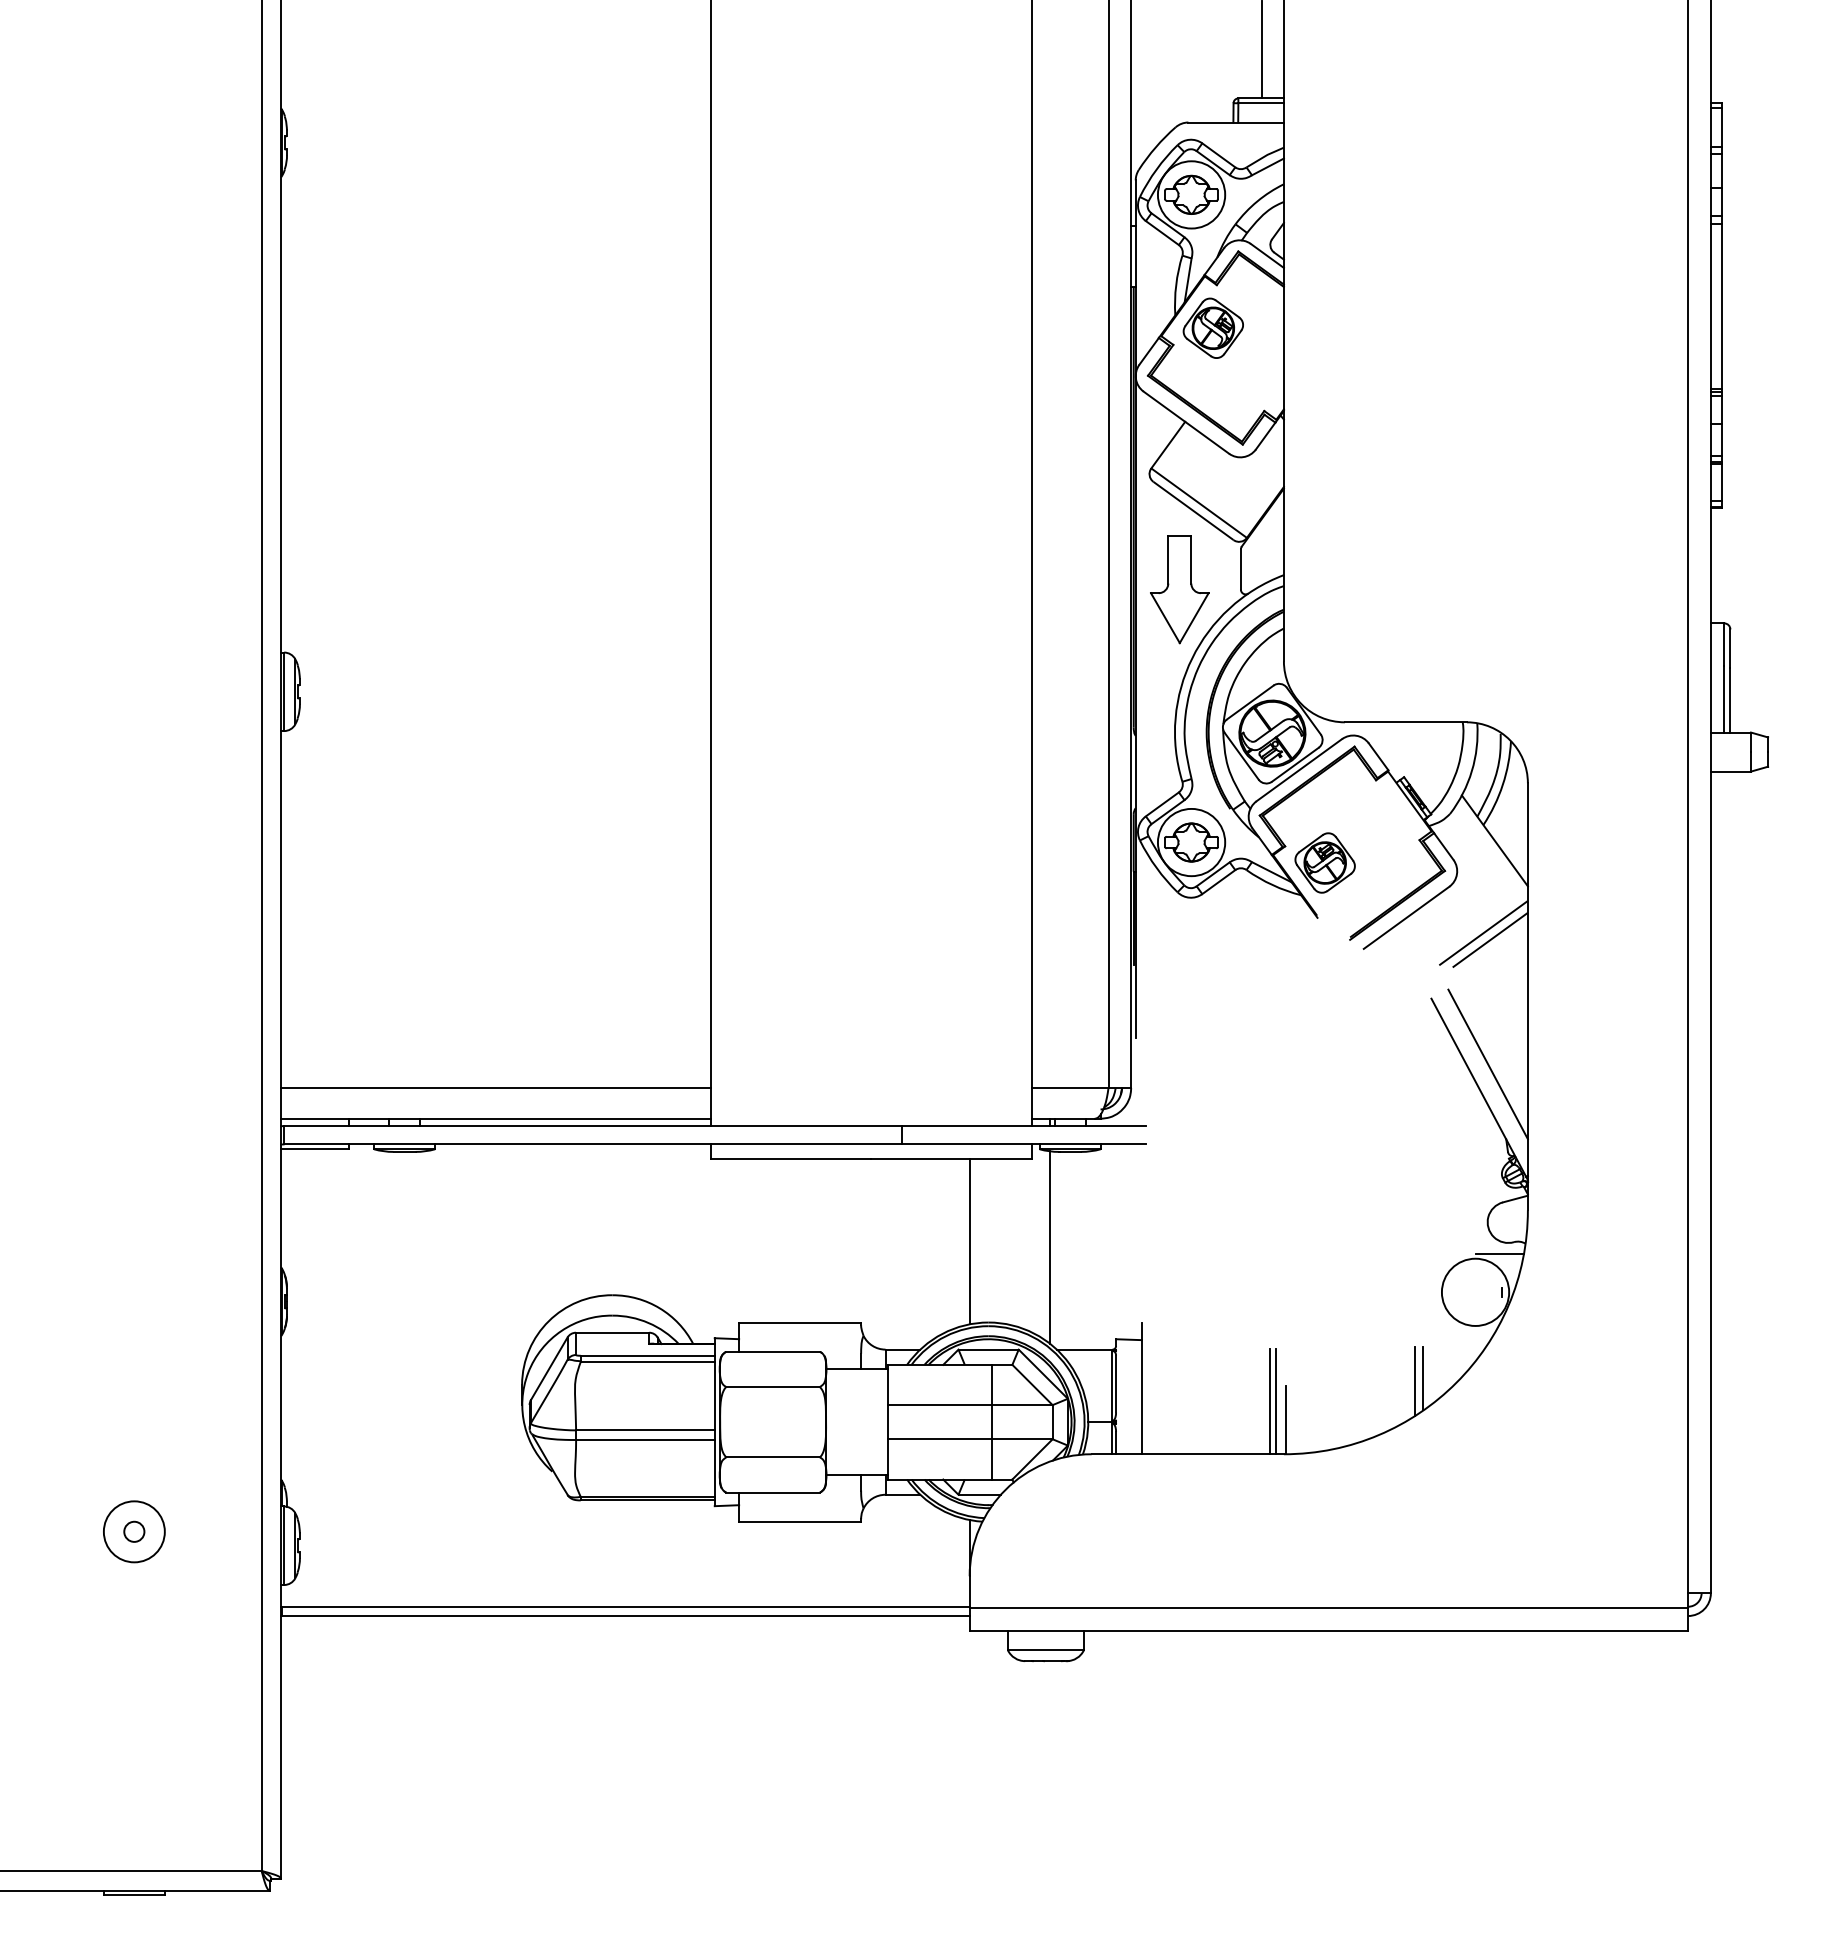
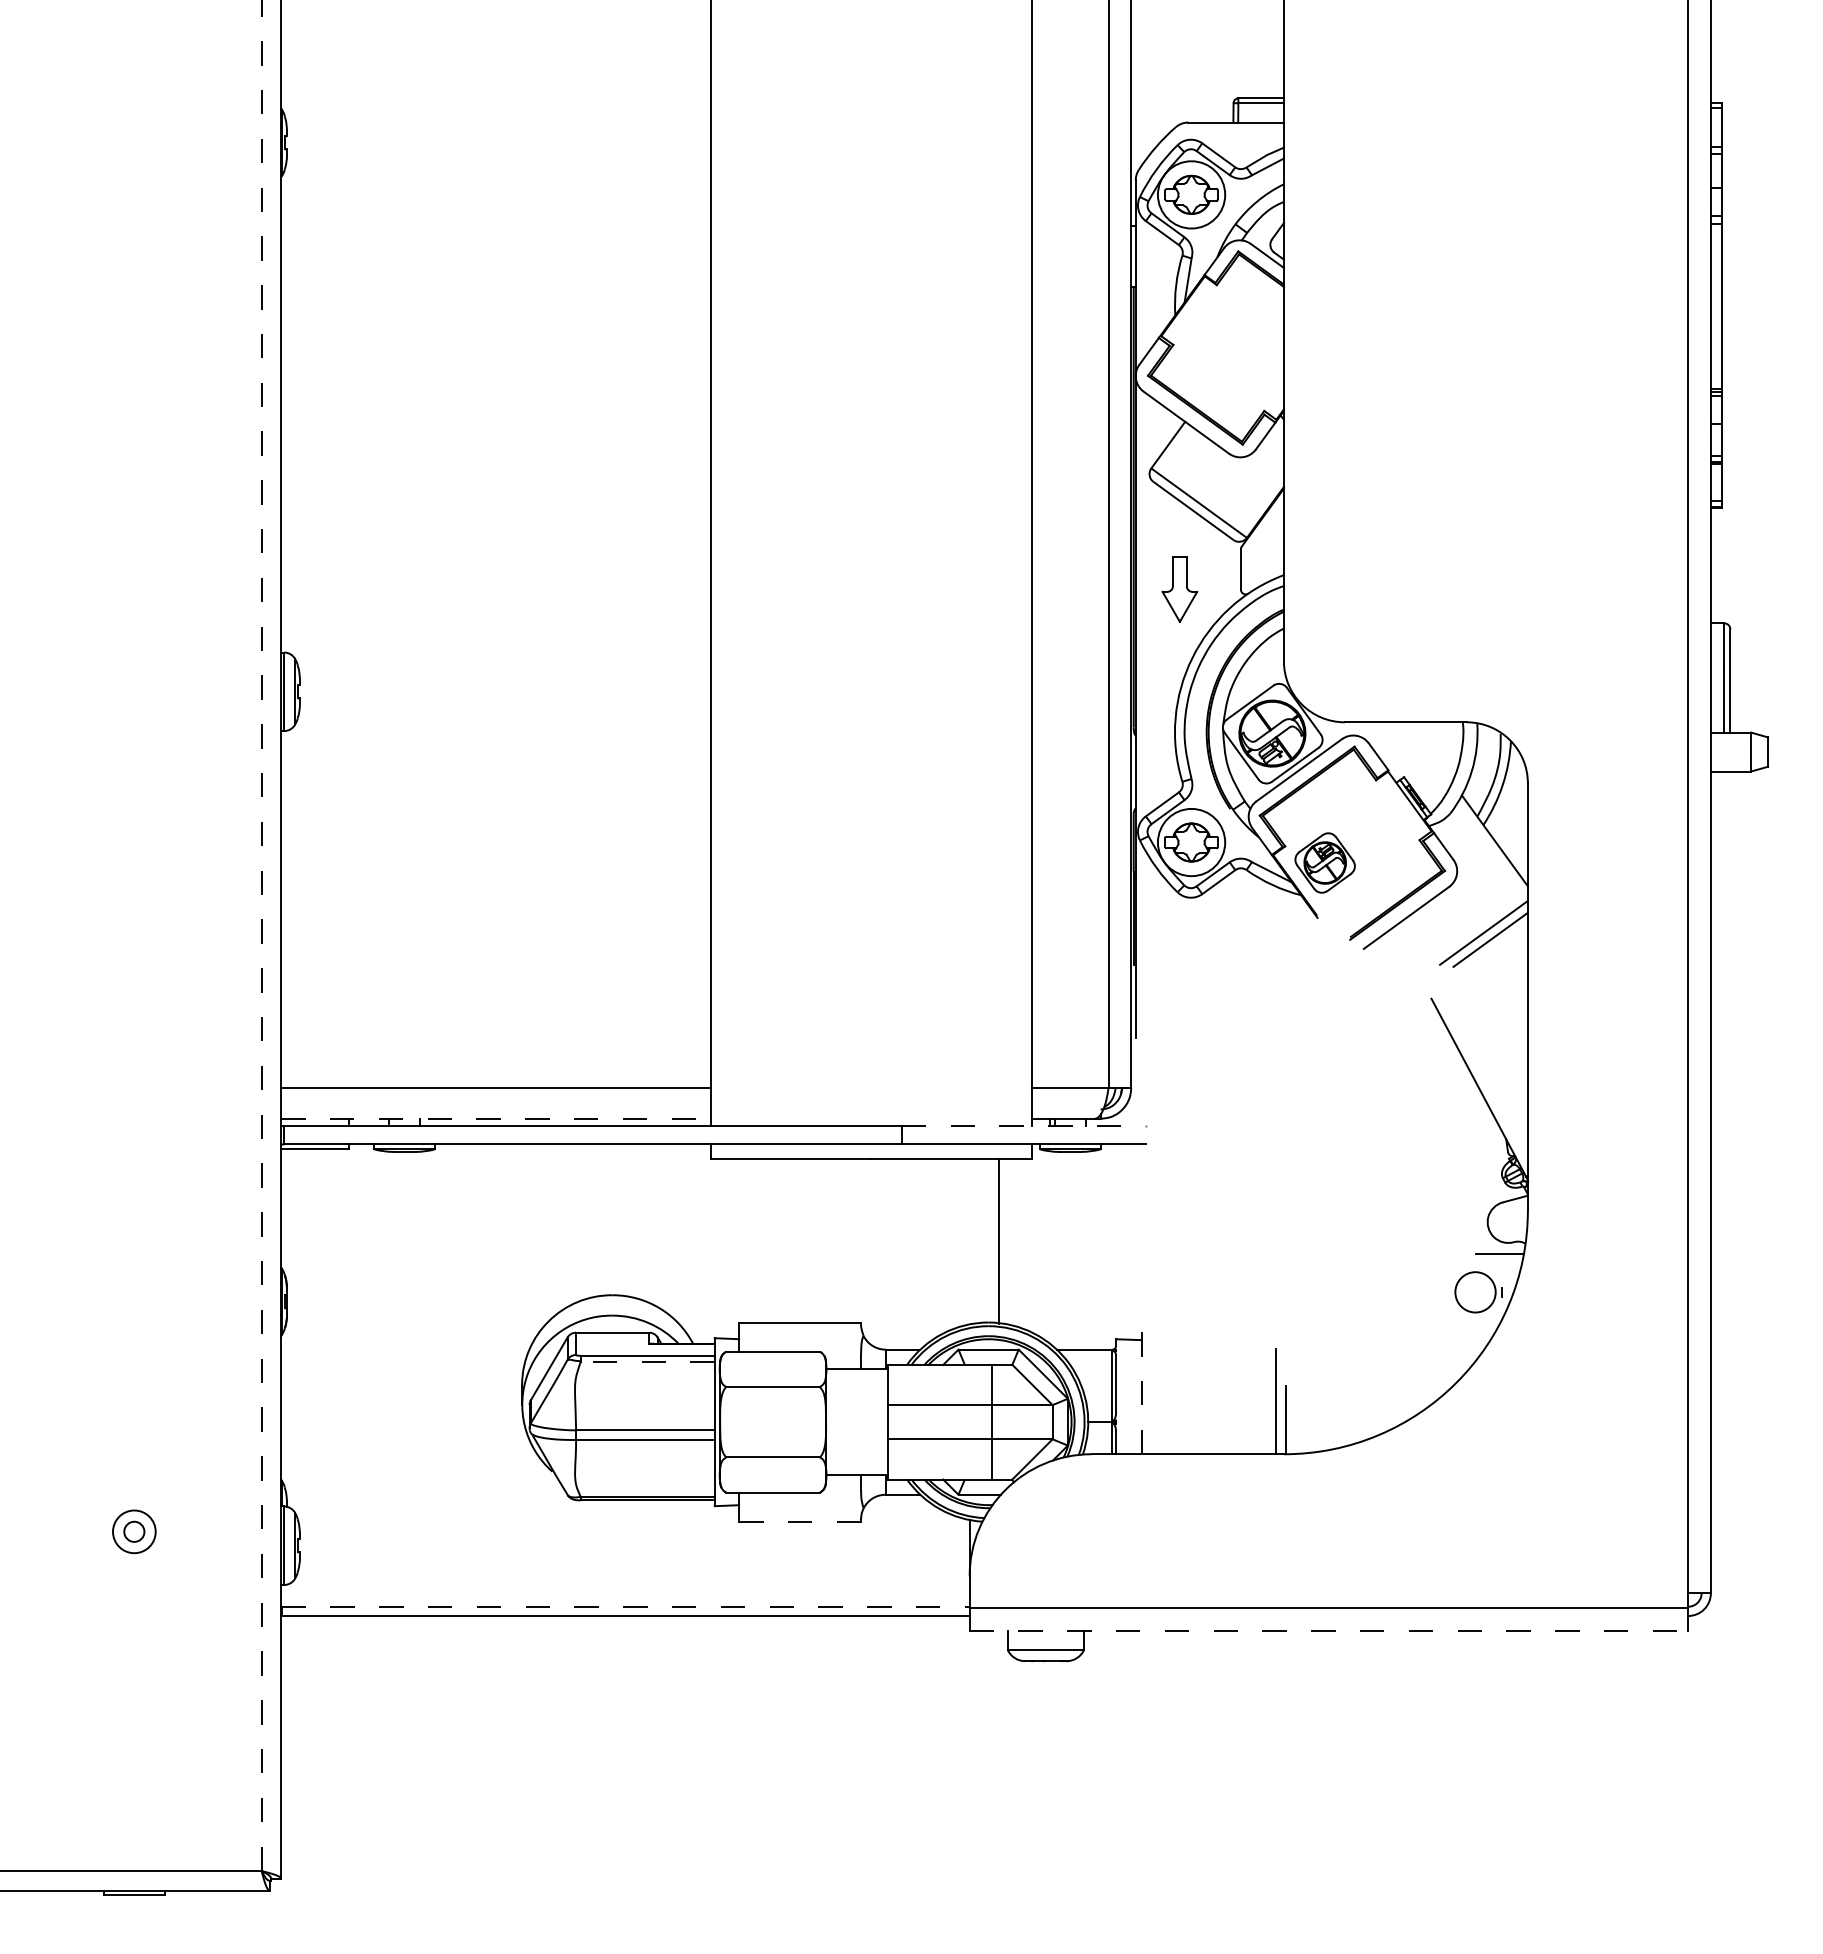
line at (1262, 50): present -> none
part at (1212, 327): present -> none
part at (1179, 589) size: 60x110 px -> 38x67 px
line at (261, 935): solid -> dashed
line at (1487, 1064): present -> none
line at (496, 1118): solid -> dashed
line at (1023, 1126): solid -> dashed
line at (969, 1241) position: (969, 1241) -> (998, 1241)
line at (1050, 1247): present -> none
circle at (1475, 1291) diameter: 67 px -> 40 px
line at (647, 1361): solid -> dashed
line at (1423, 1378): present -> none
line at (1414, 1381): present -> none
line at (1142, 1388): solid -> dashed
line at (1270, 1401): present -> none
line at (800, 1521): solid -> dashed
circle at (133, 1531) diameter: 61 px -> 43 px
line at (626, 1606): solid -> dashed
line at (1329, 1630): solid -> dashed
